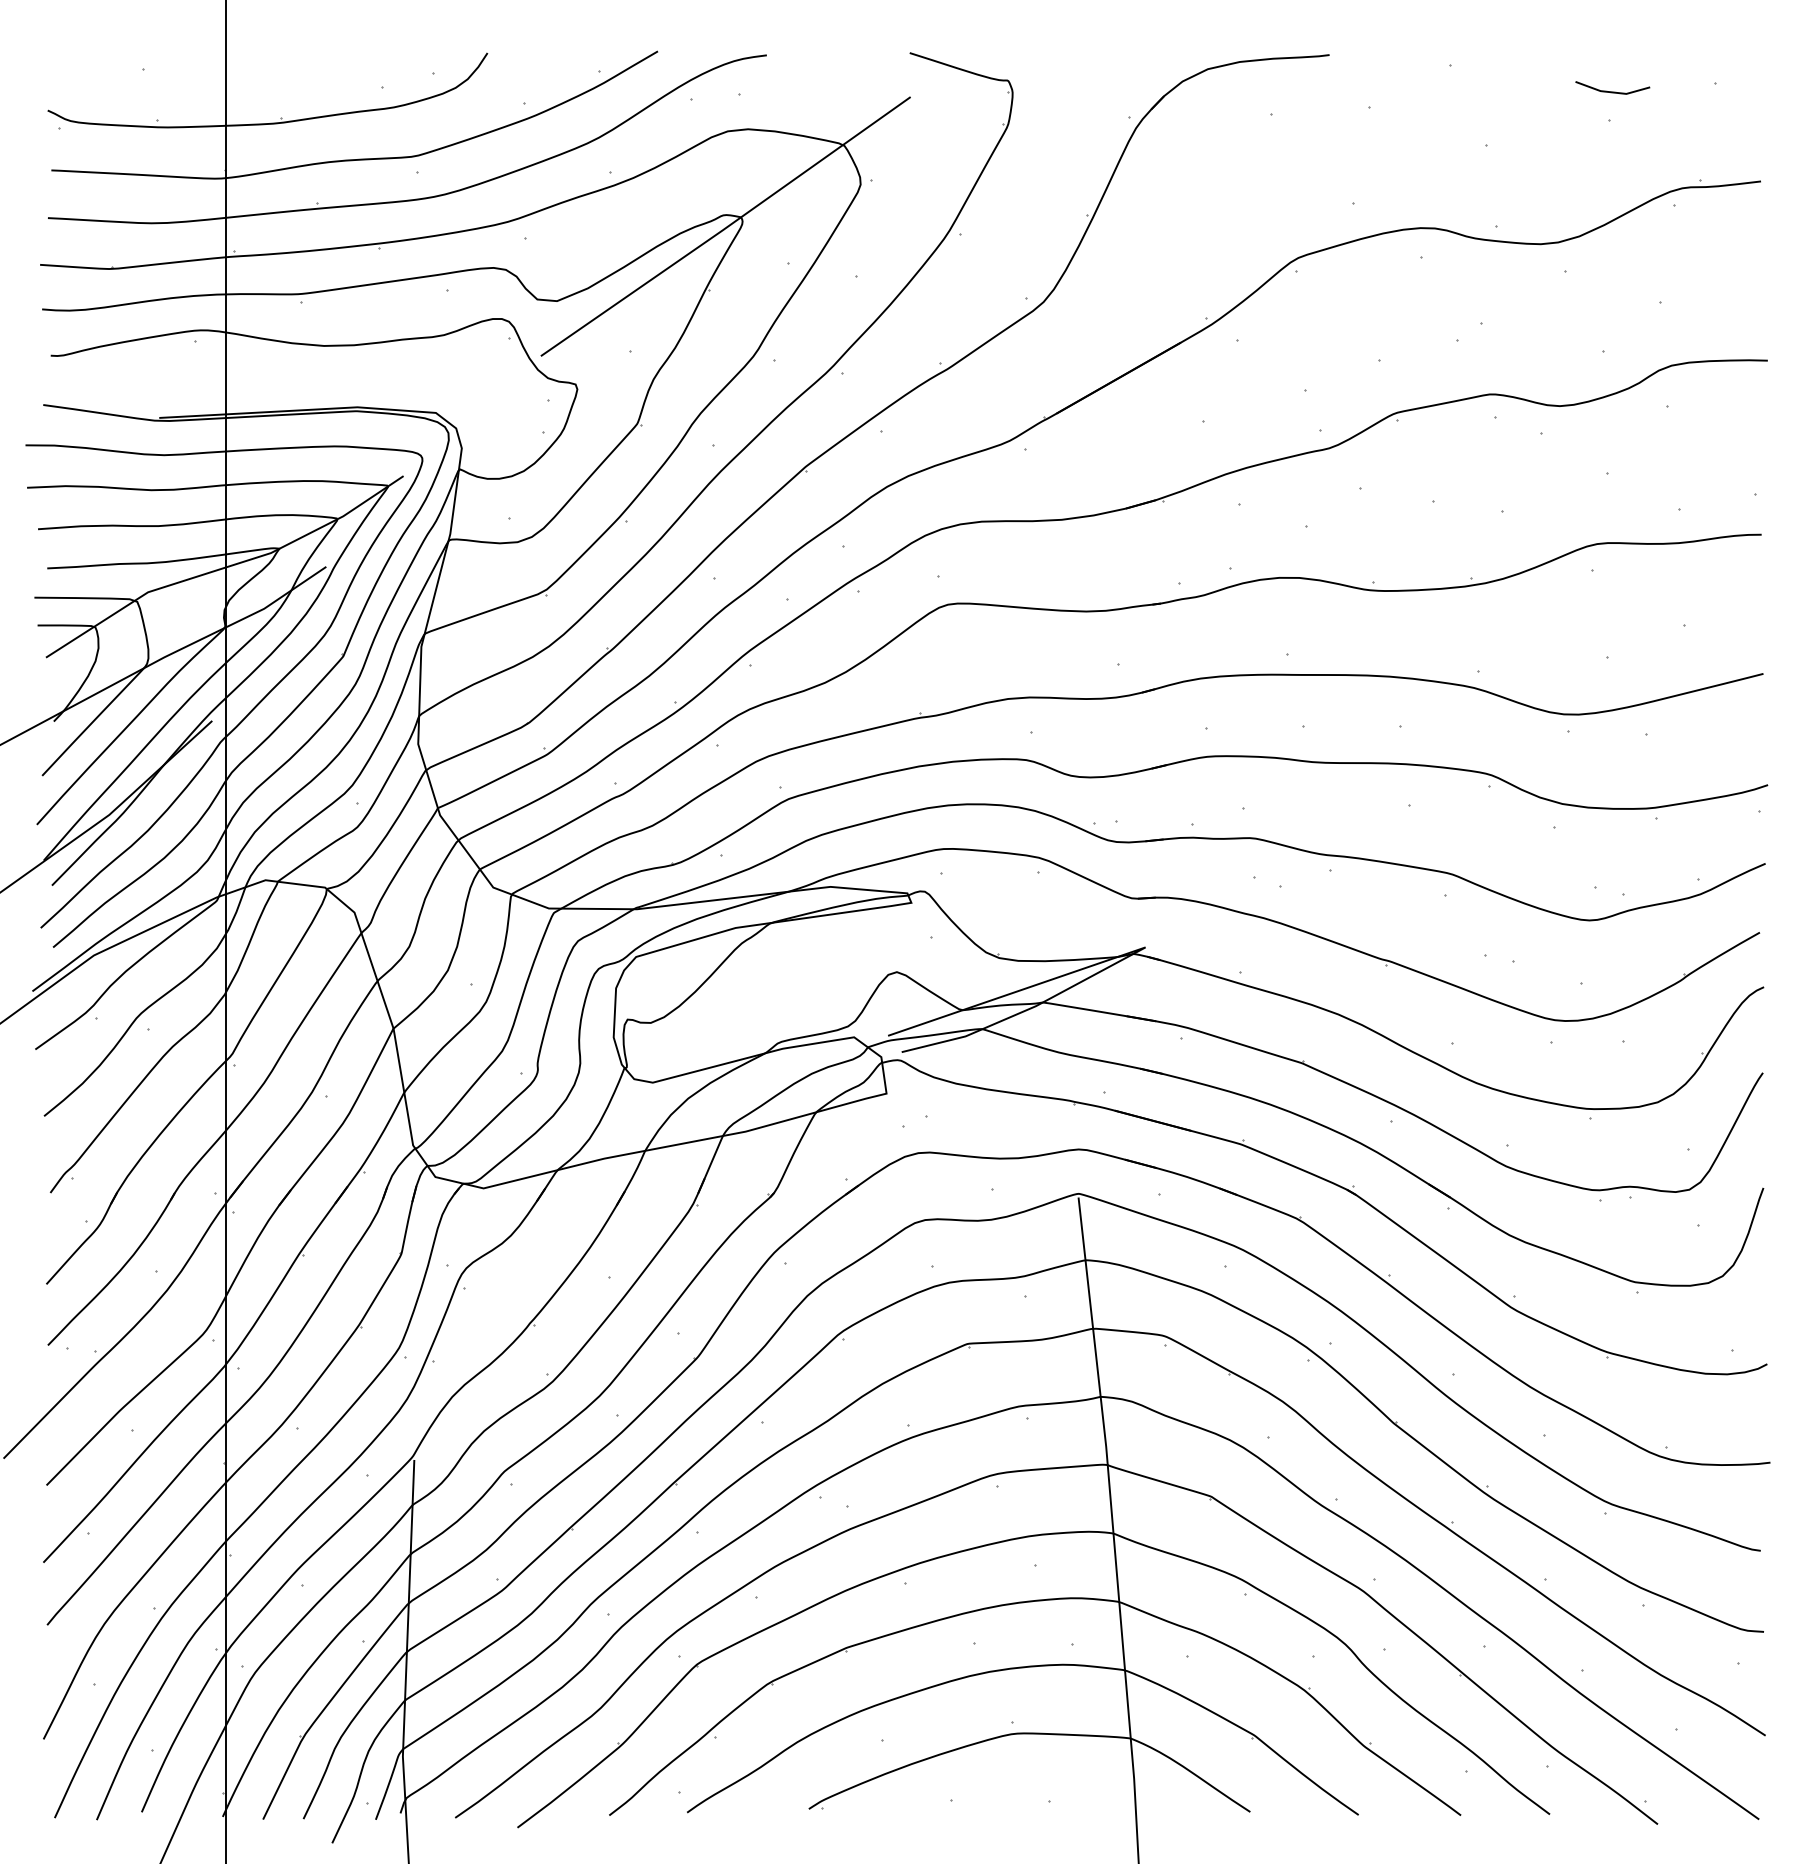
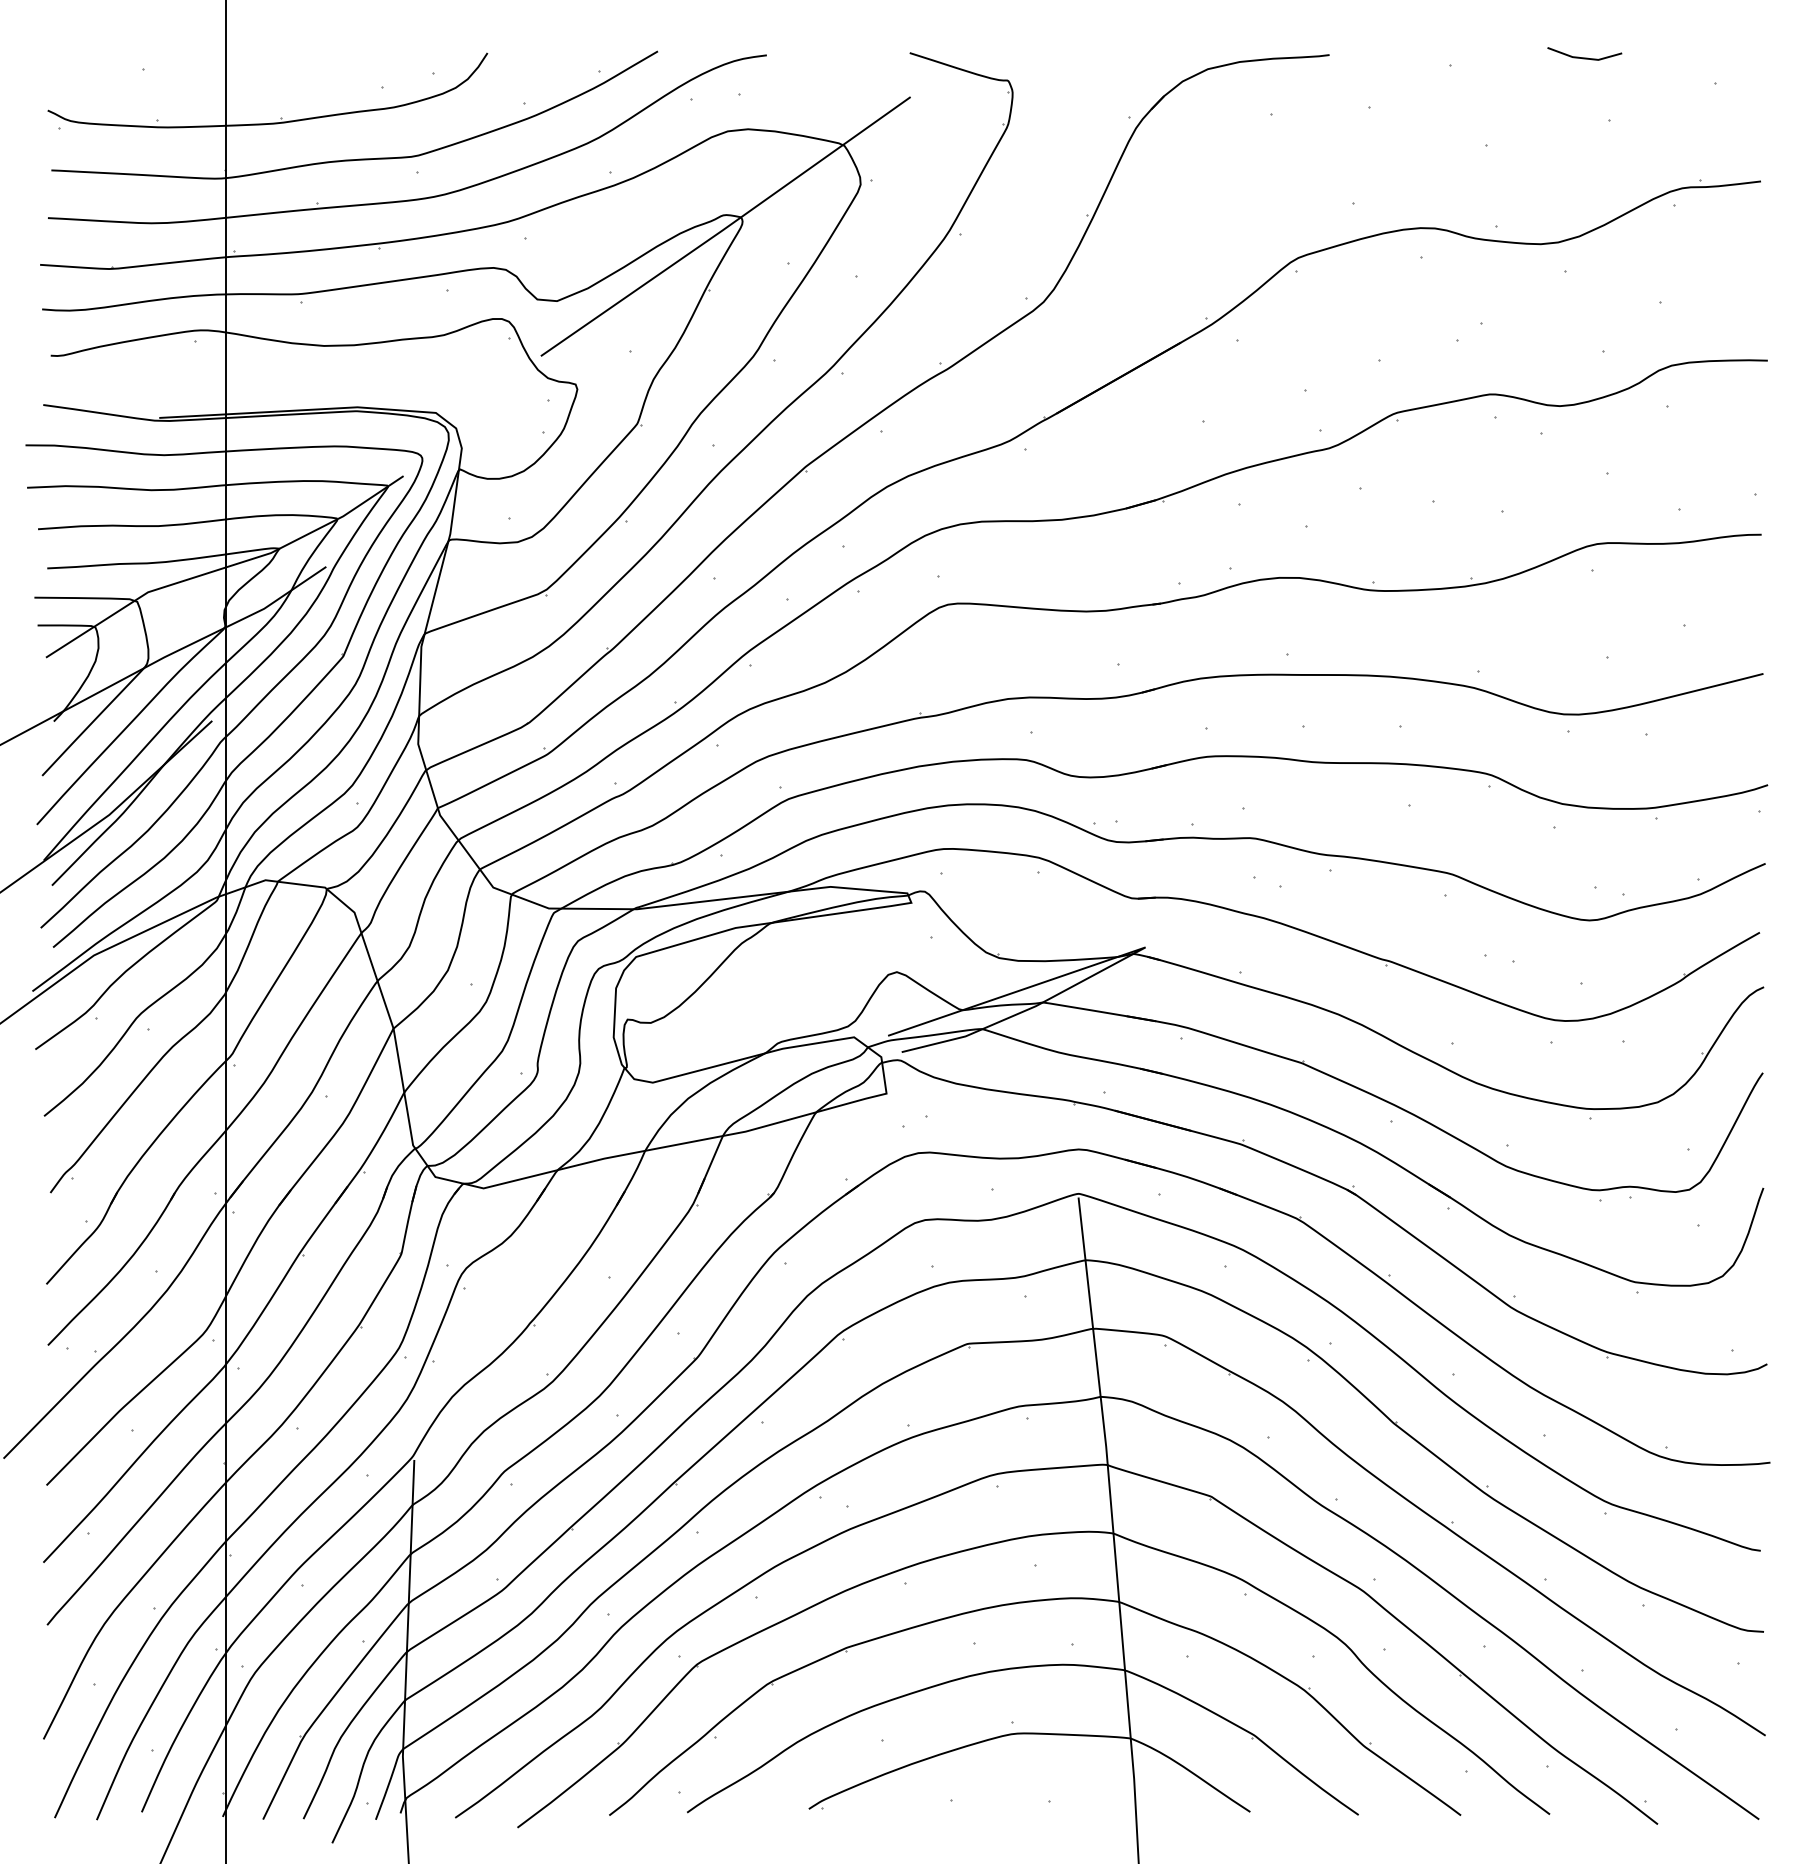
line at (1612, 91) position: (1612, 91) -> (1584, 57)
